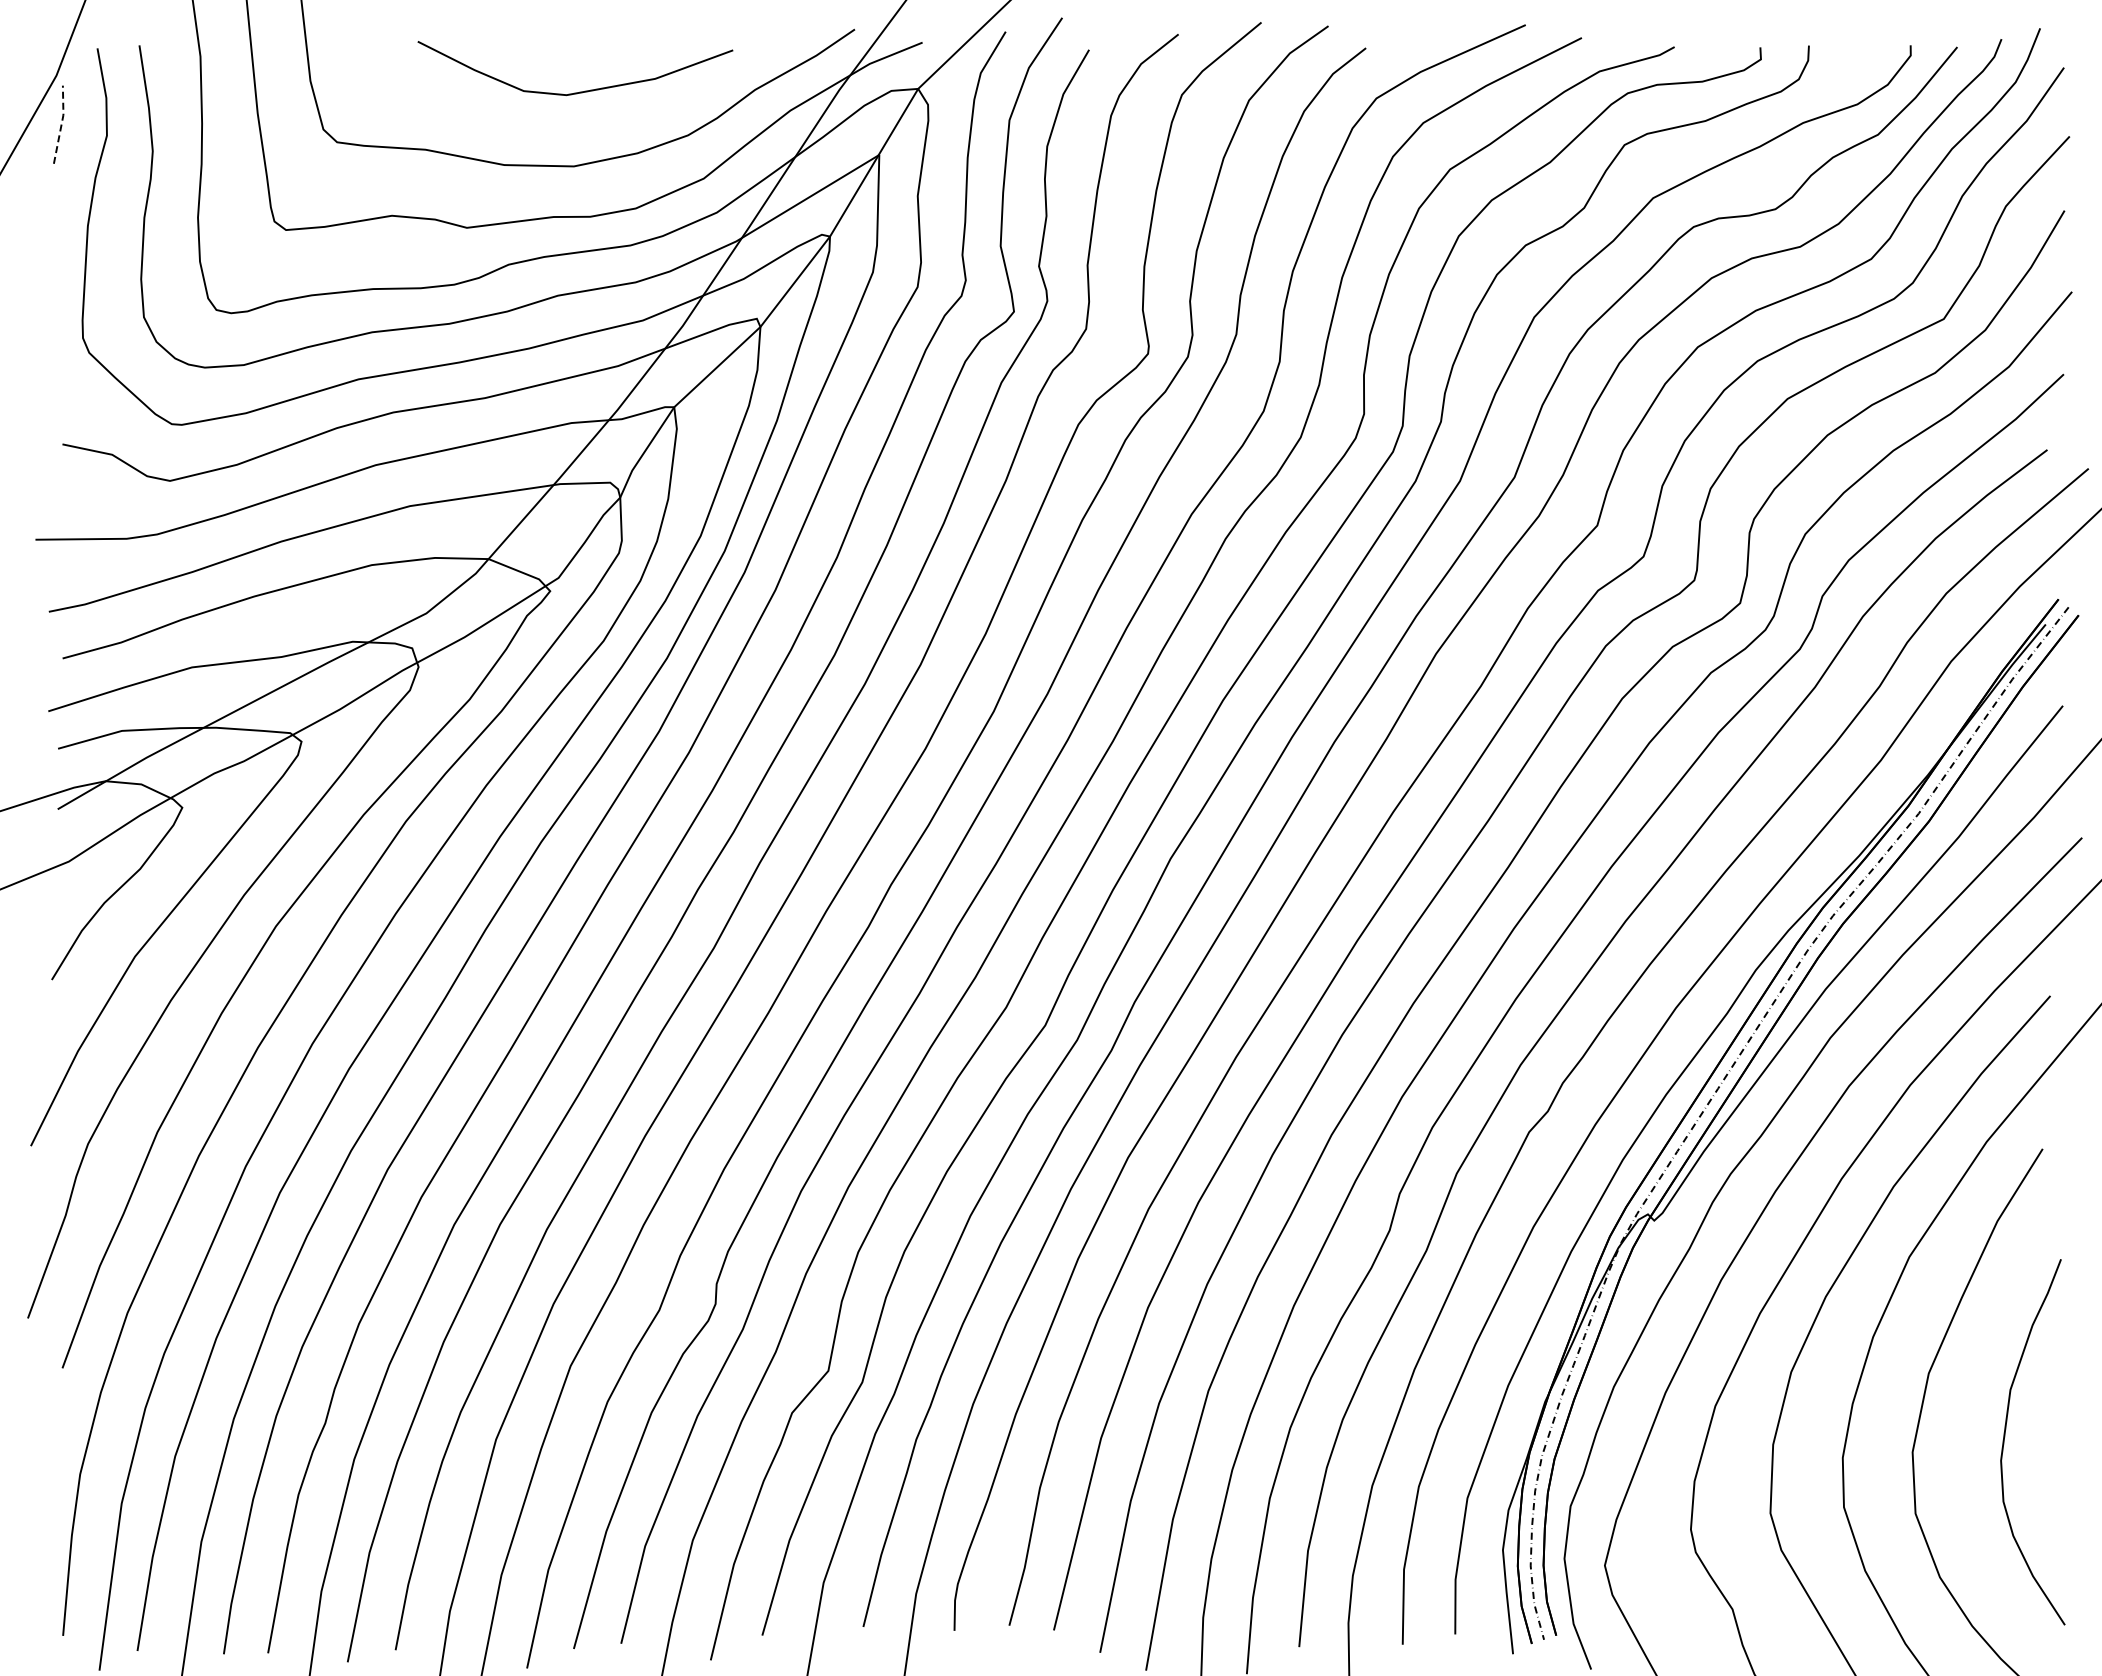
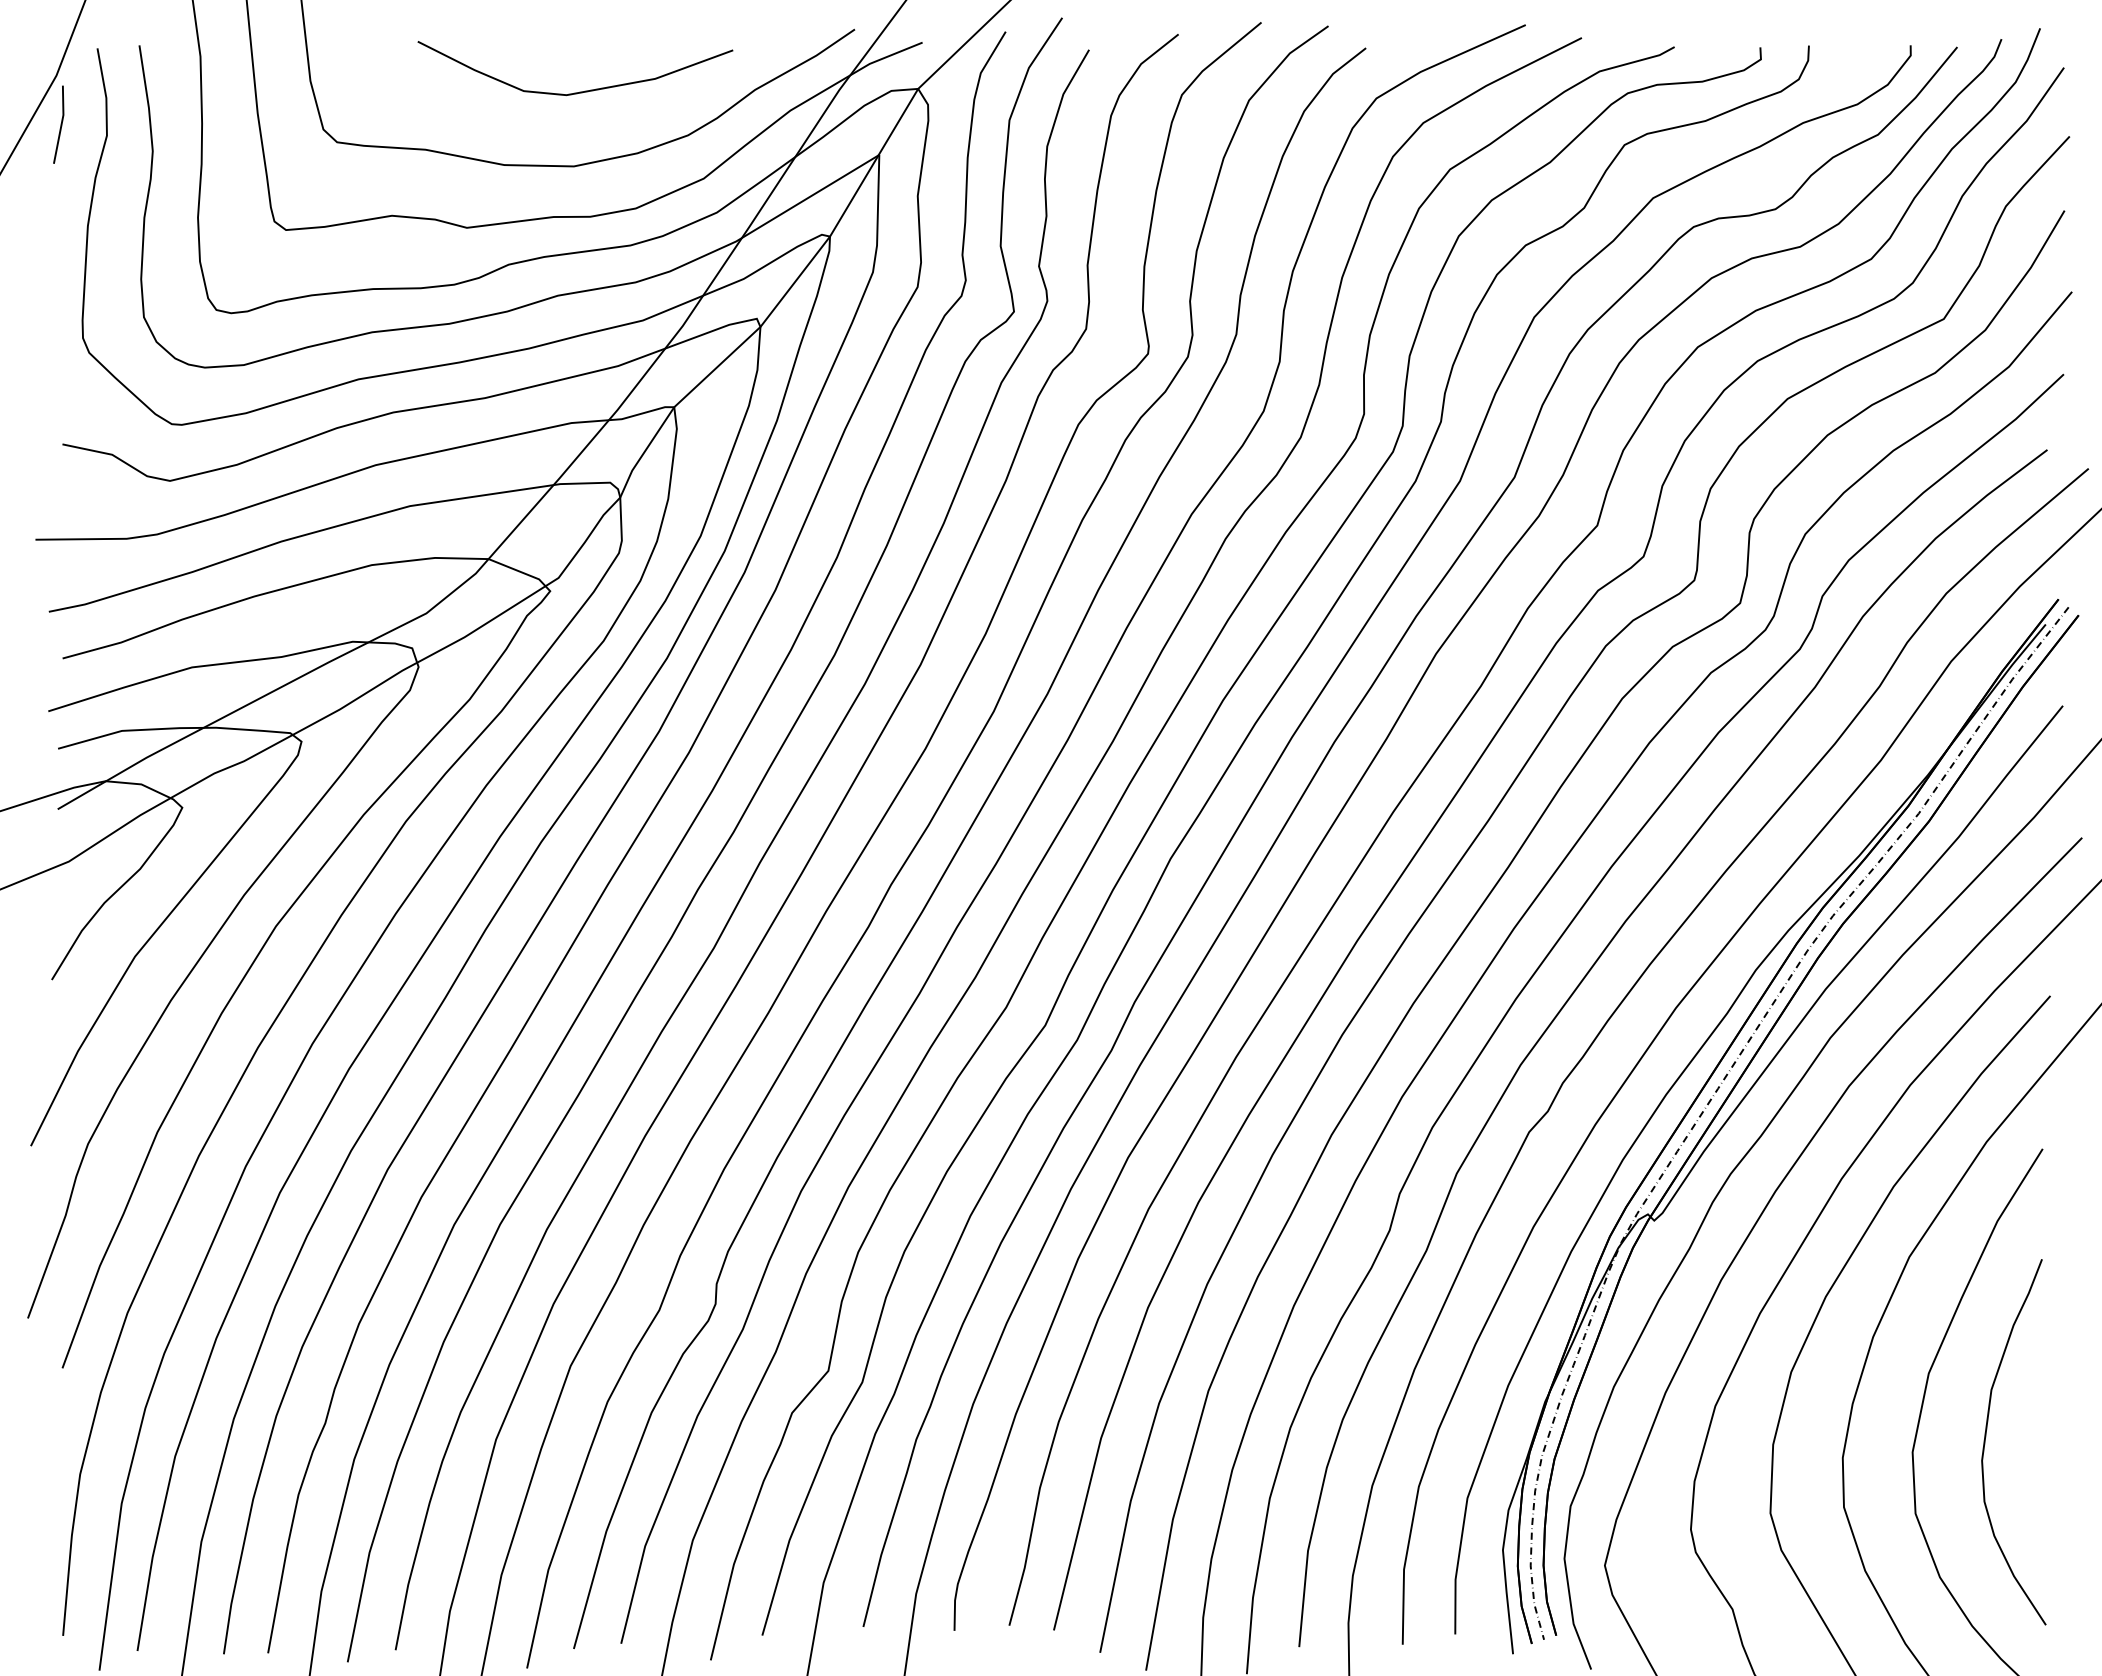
line at (61, 123): dashed -> solid
curve at (2005, 1437) position: (2005, 1437) -> (1986, 1437)
